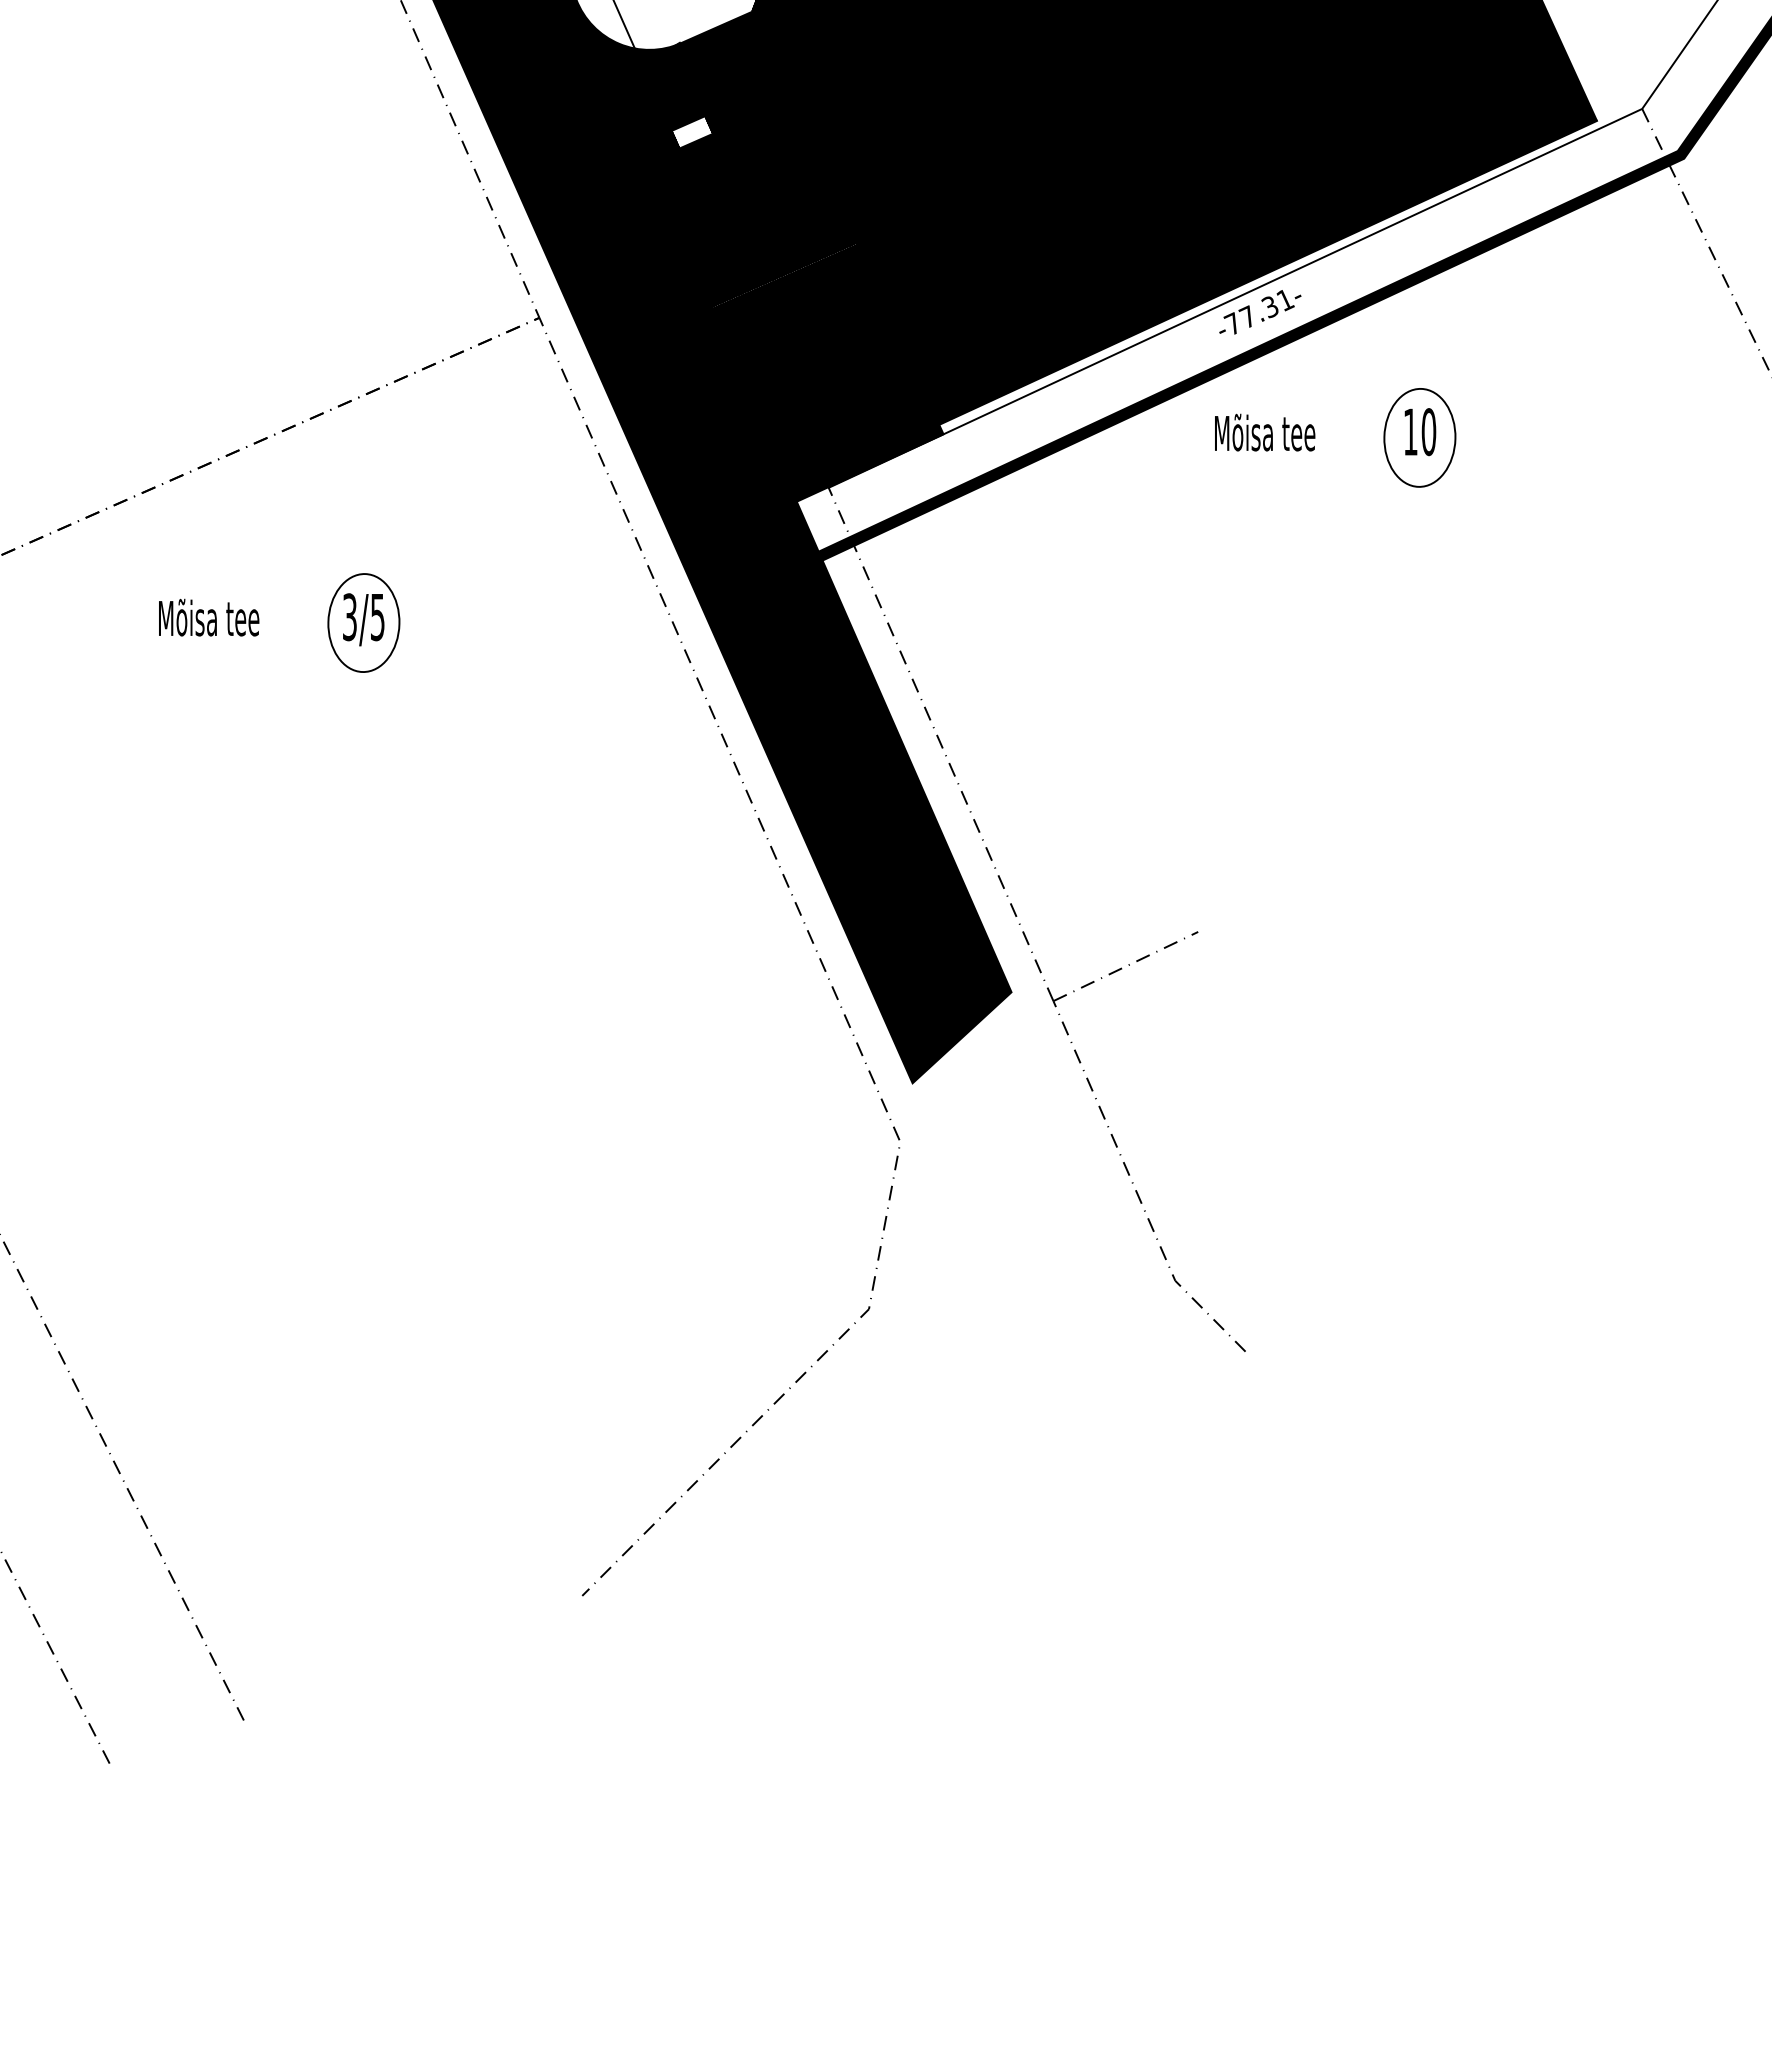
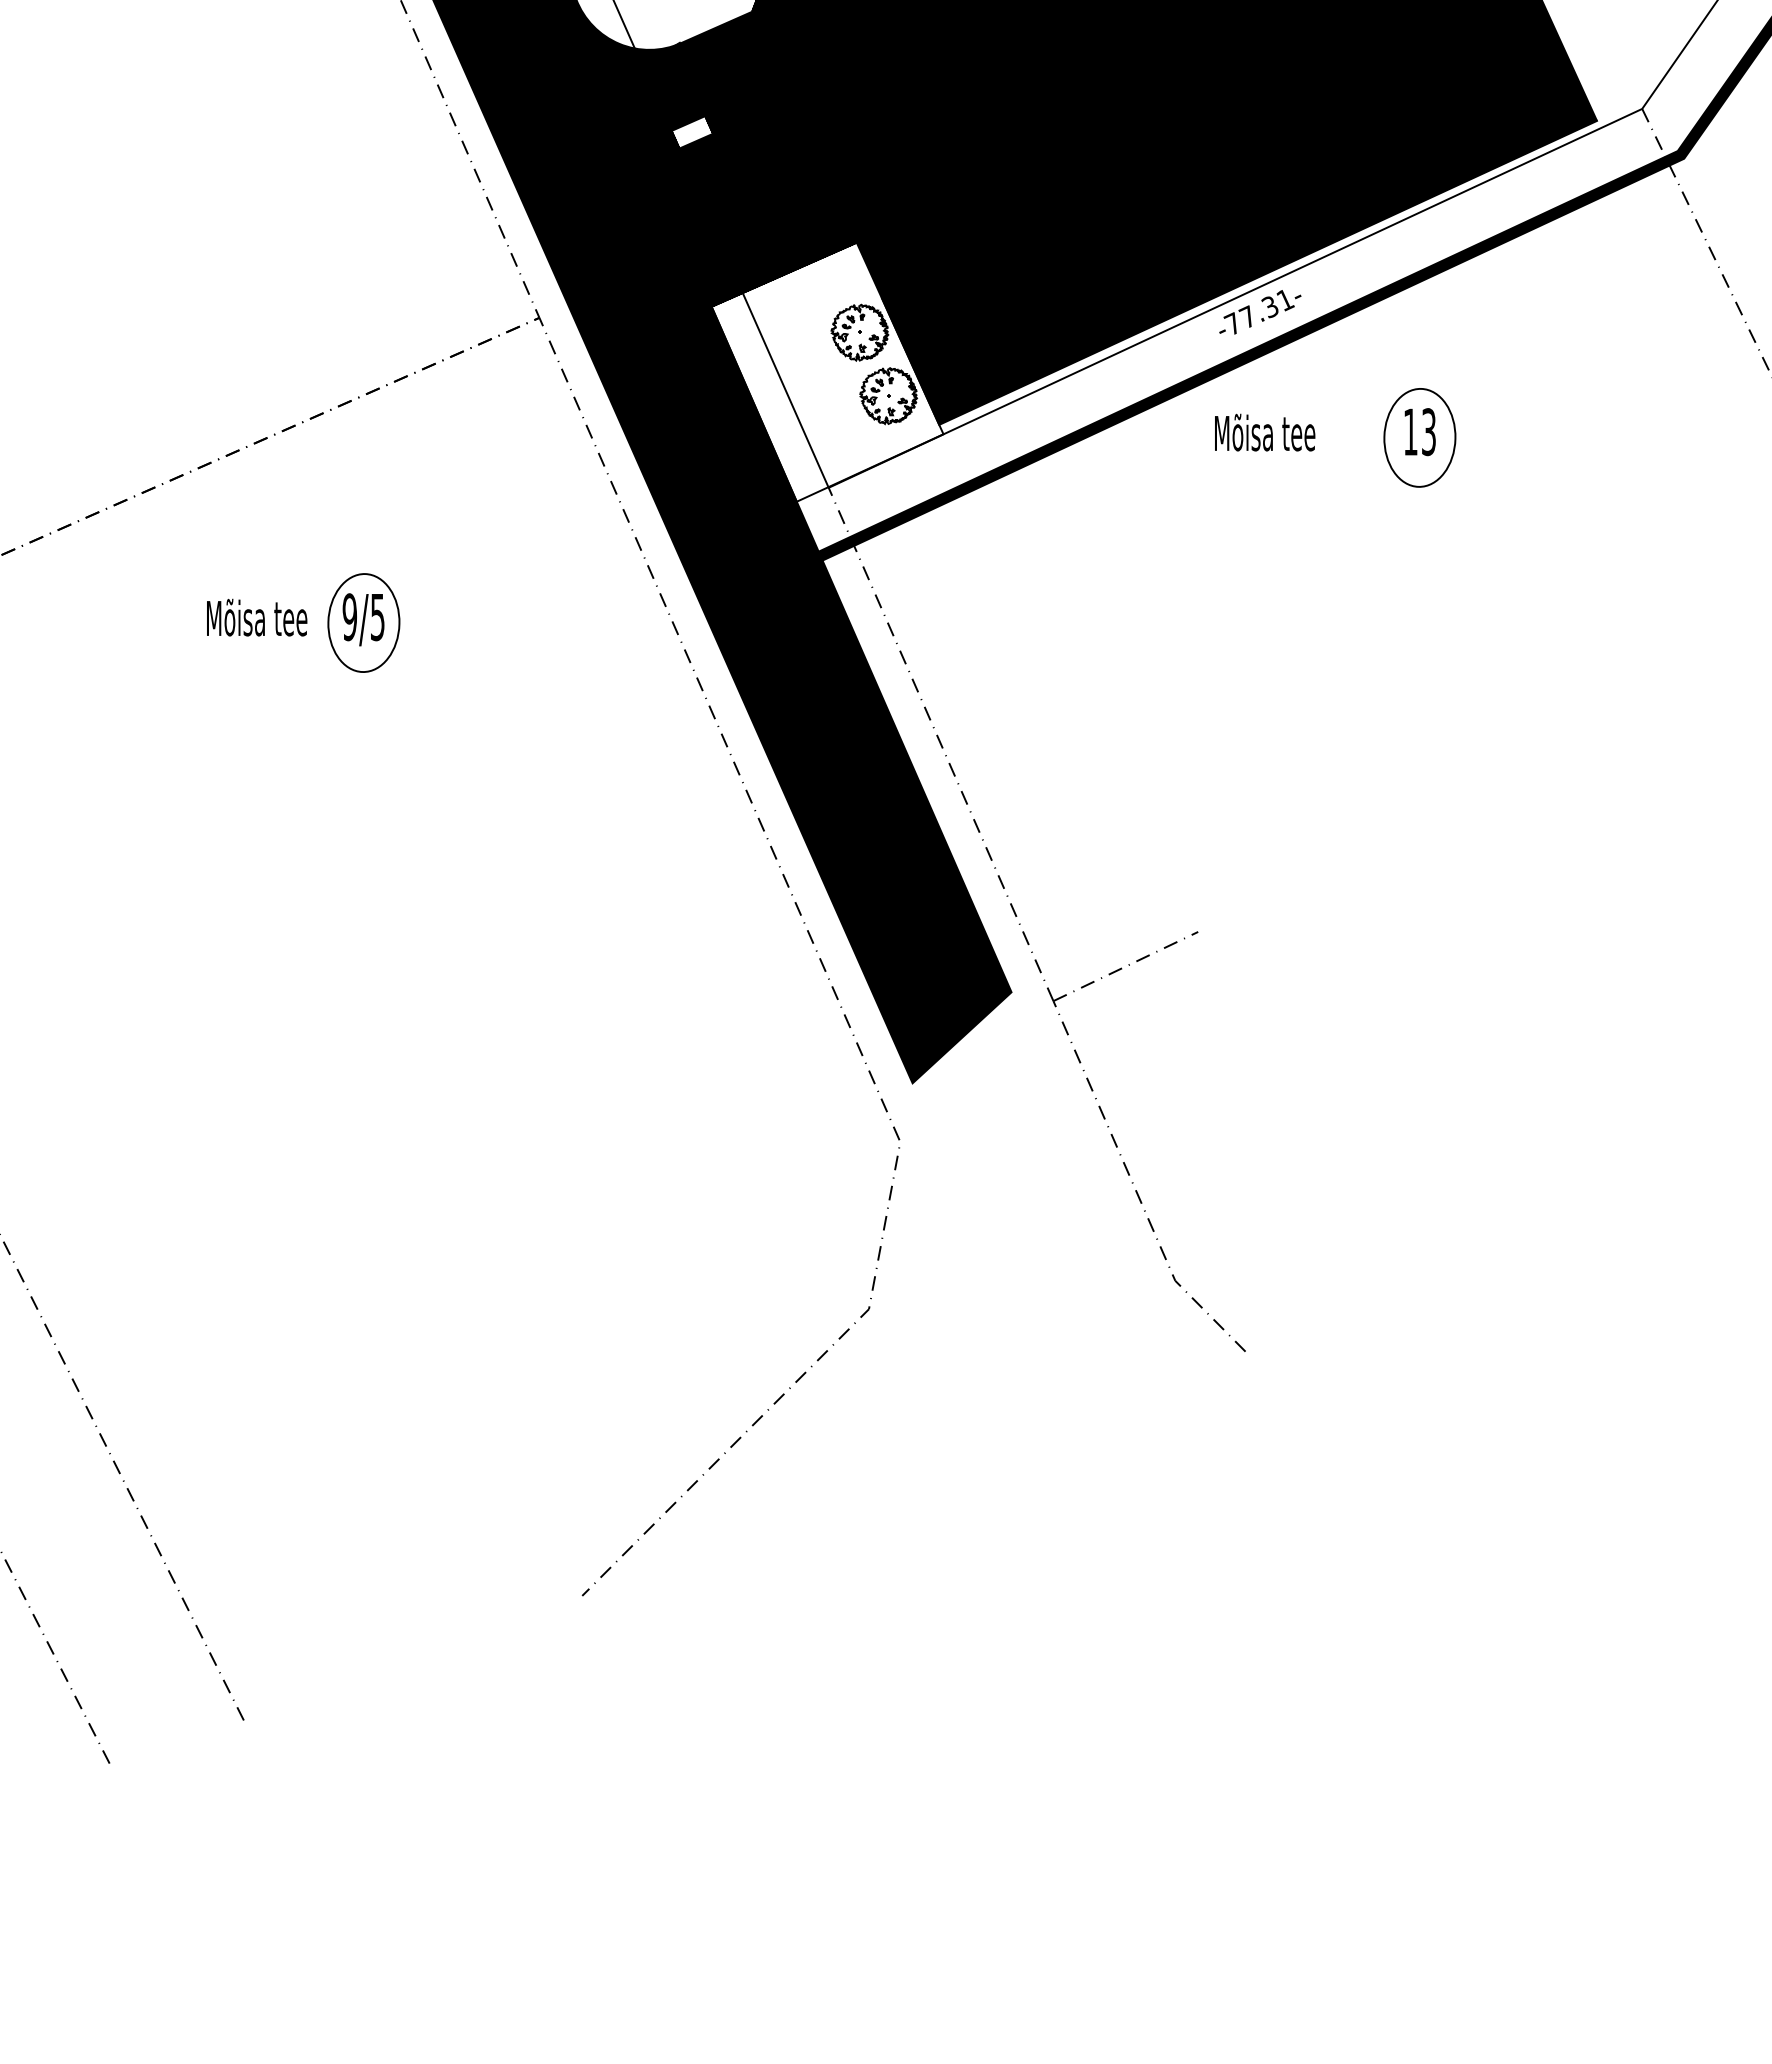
fill at (823, 347): present -> none
text at (1428, 432): 10 -> 13
text at (209, 617) position: (209, 617) -> (257, 617)
text at (349, 617): 3/5 -> 9/5
